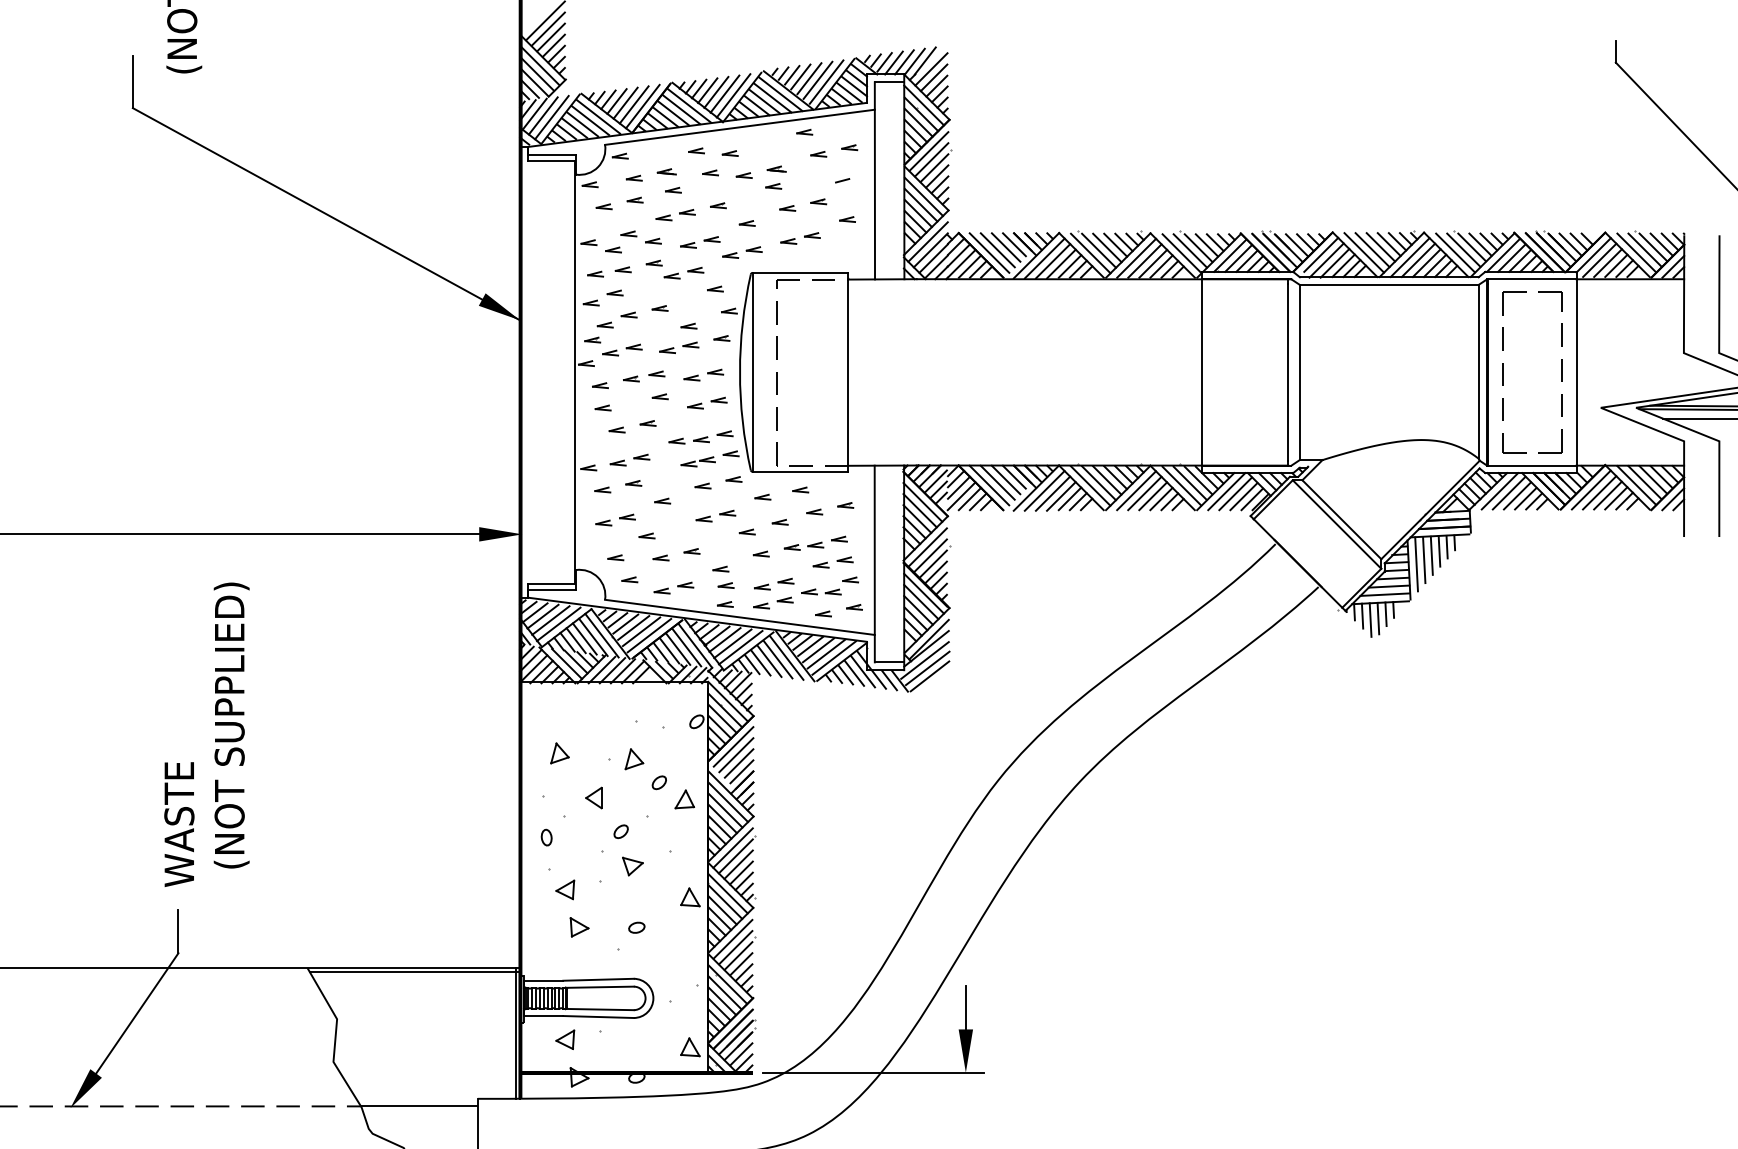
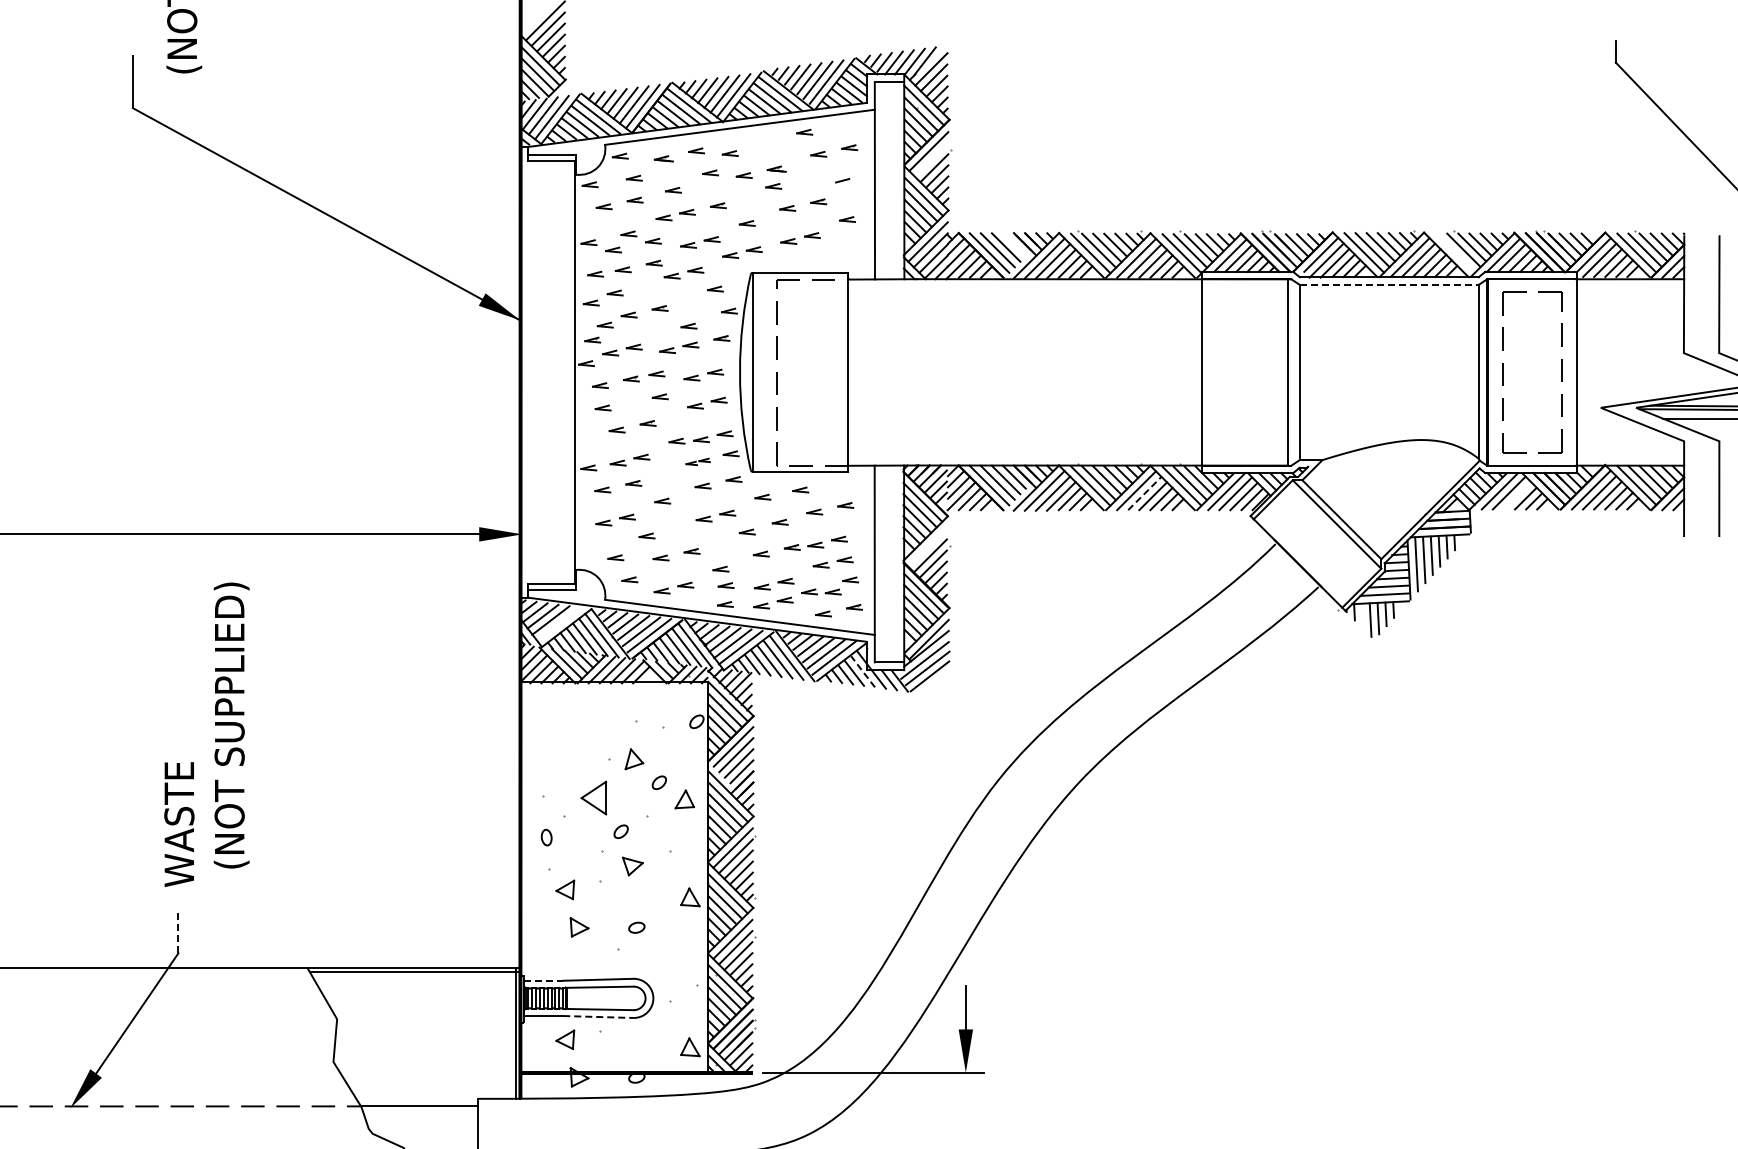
line at (931, 159): present -> none
part at (666, 171) position: (666, 171) -> (663, 158)
line at (1014, 244): present -> none
line at (1455, 252): present -> none
line at (1389, 284): solid -> dashed
part at (697, 461) size: 36x12 px -> 26x10 px
line at (1144, 493): solid -> dashed
line at (1517, 495): present -> none
line at (927, 547): present -> none
line at (1362, 615): present -> none
line at (558, 624): present -> none
line at (863, 671): solid -> dashed
part at (559, 753): present -> none
part at (593, 797) size: 18x24 px -> 28x36 px
line at (178, 931): solid -> dashed
line at (543, 980): solid -> dashed
line at (599, 1017): solid -> dashed
